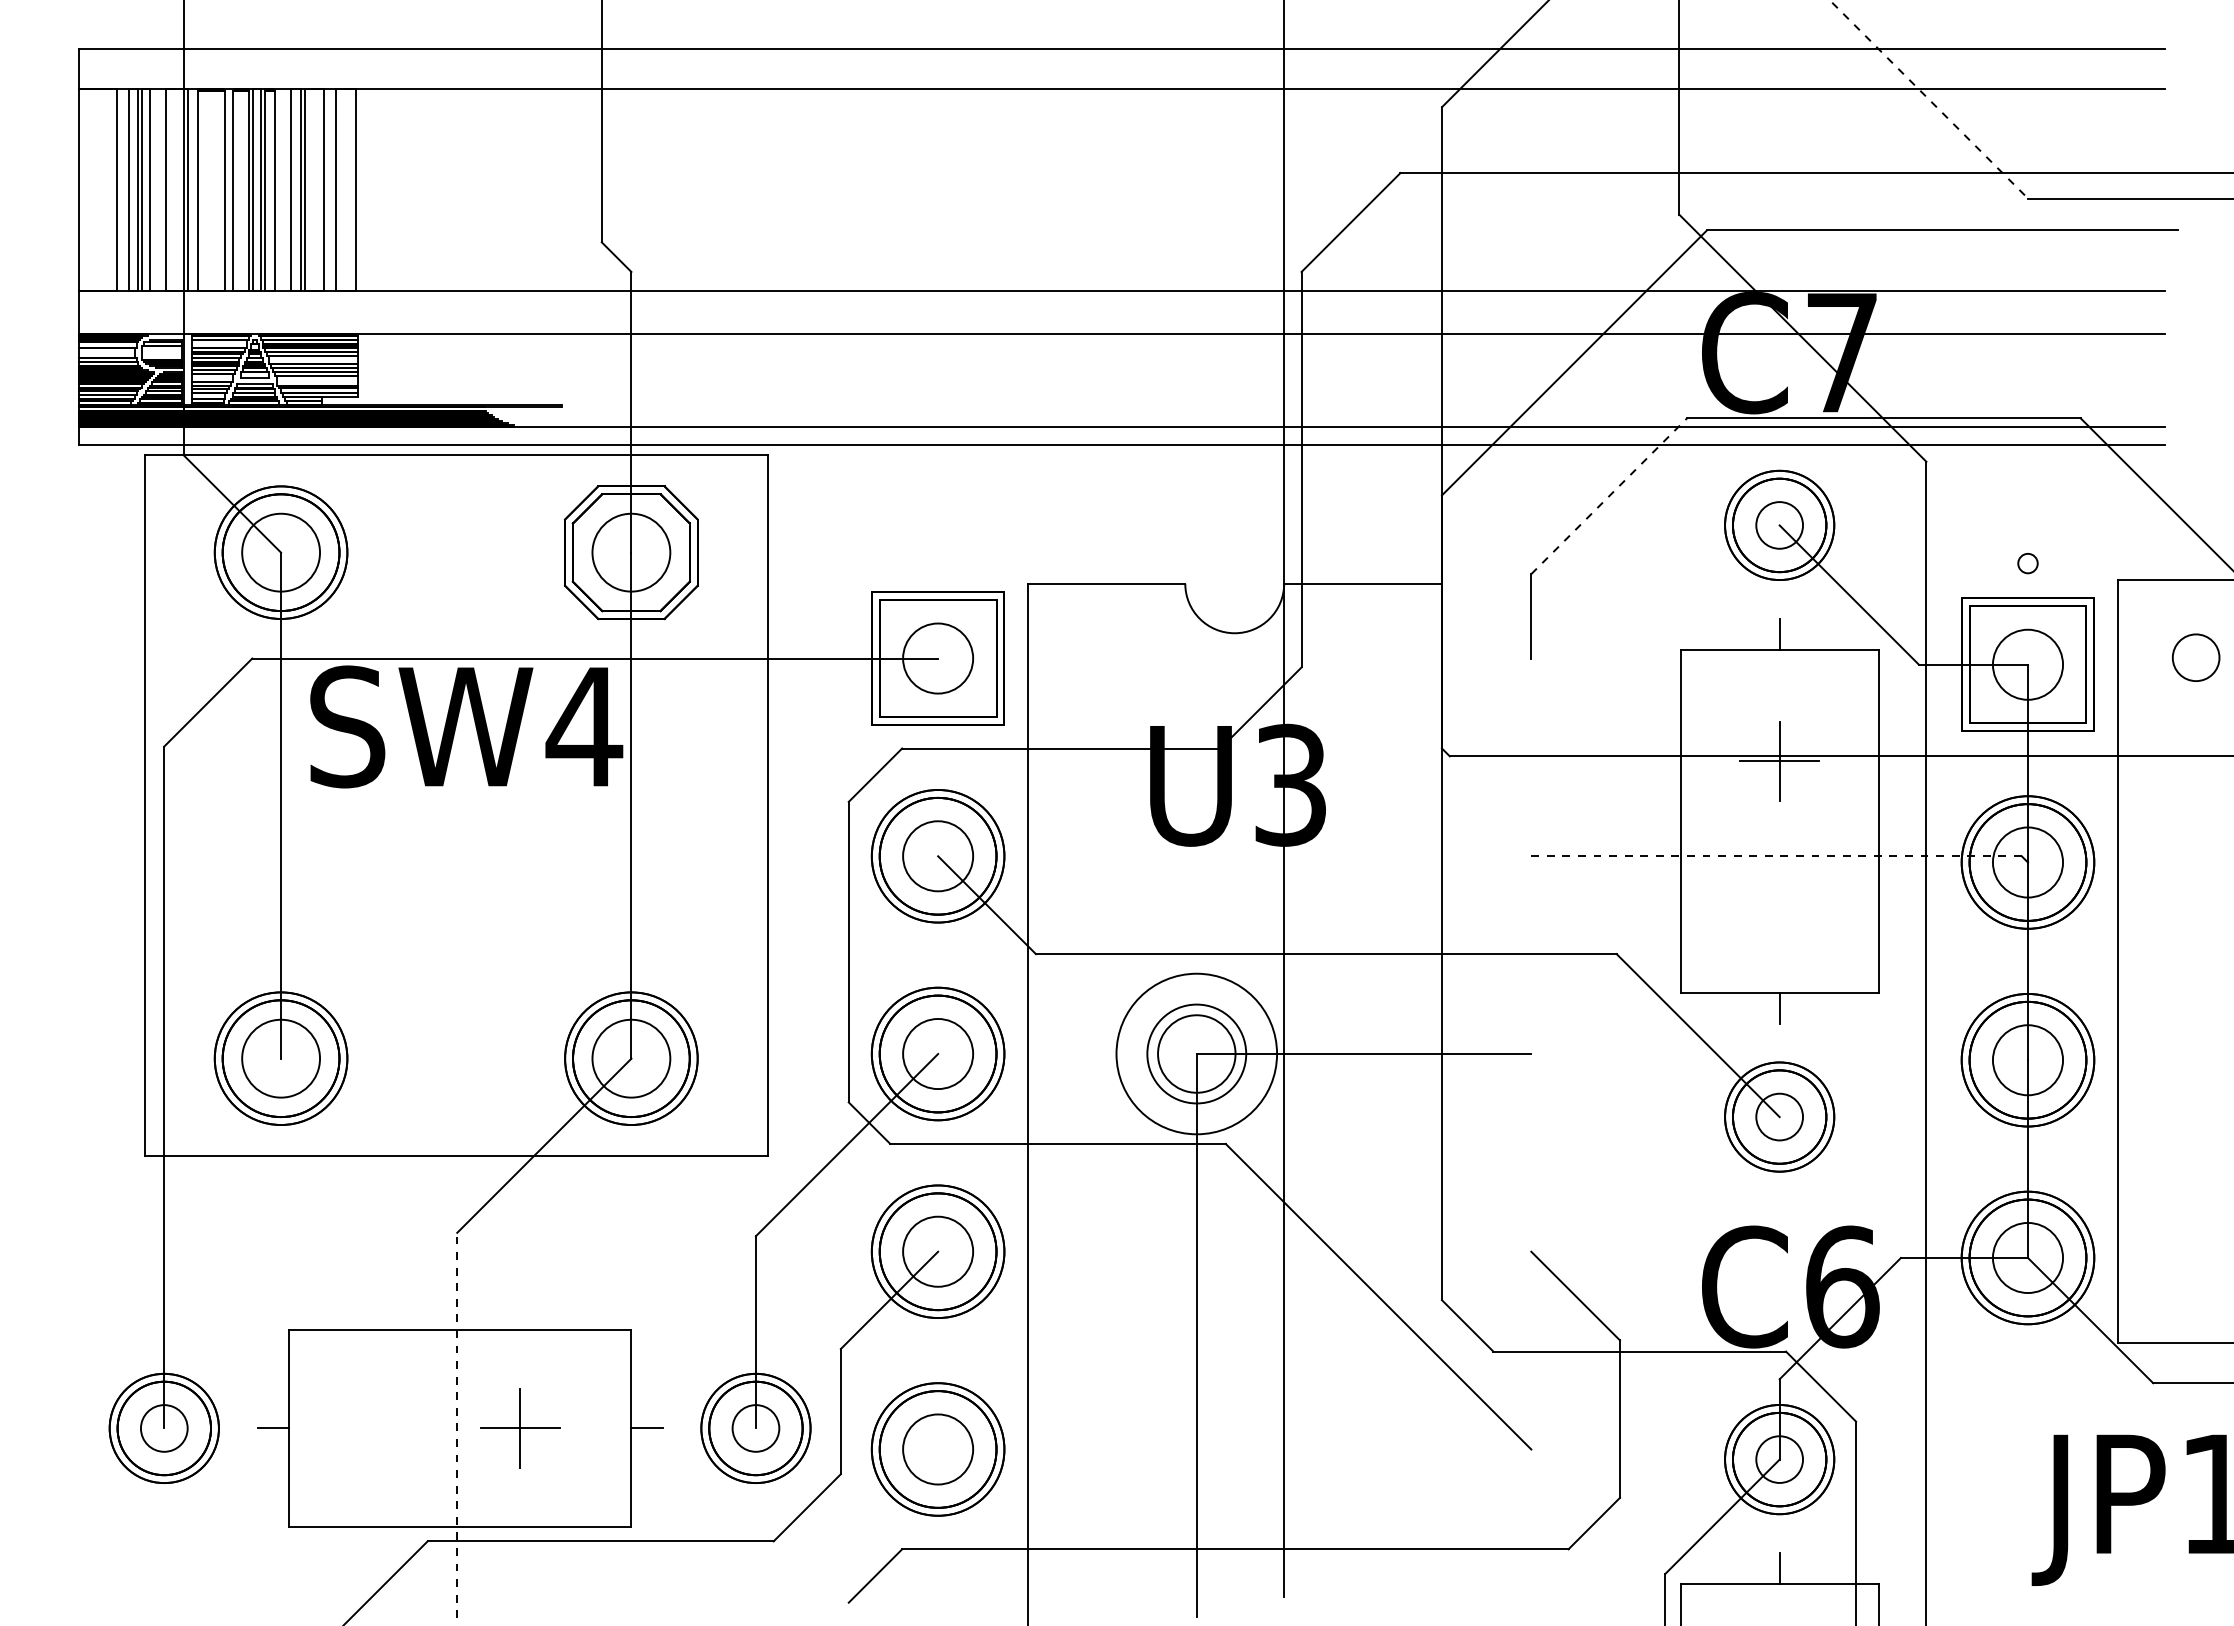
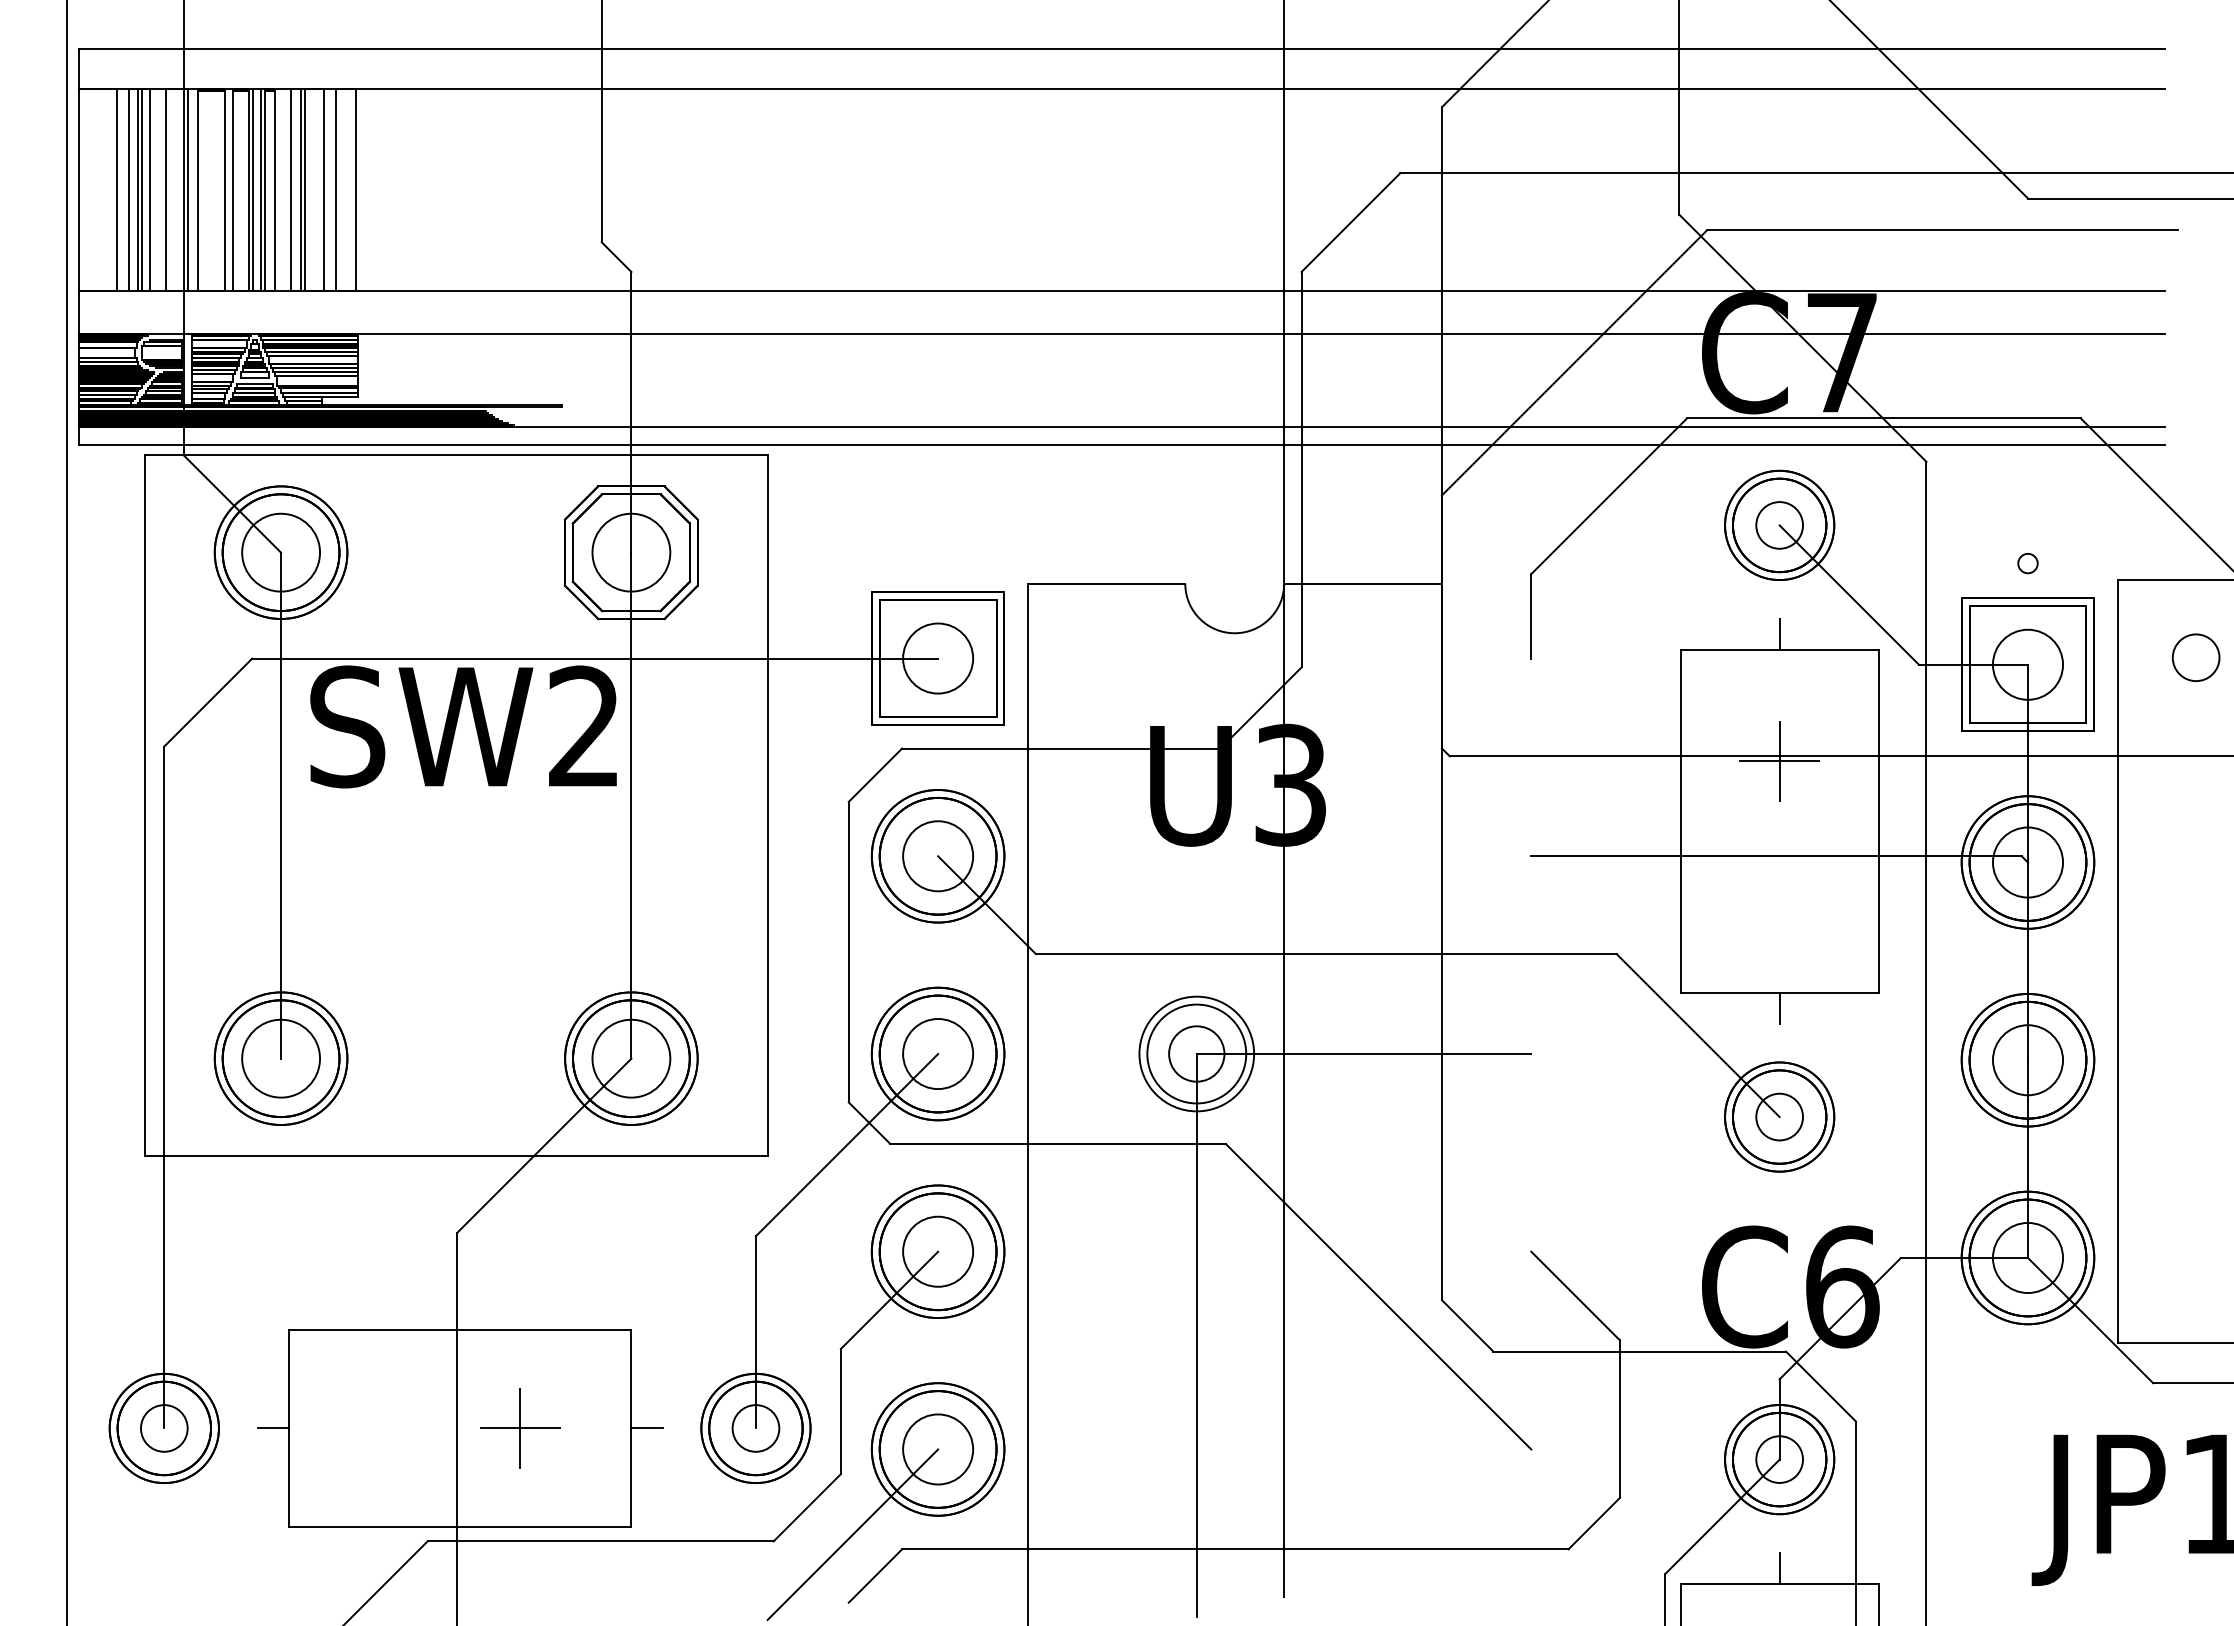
line at (1929, 99): dashed -> solid
line at (1609, 495): dashed -> solid
text at (584, 725): SW4 -> SW2
line at (67, 812): none -> present
line at (1777, 856): dashed -> solid
circle at (1196, 1053) diameter: 161 px -> 115 px
circle at (1196, 1053) diameter: 78 px -> 55 px
line at (457, 1428): dashed -> solid
line at (852, 1534): none -> present
